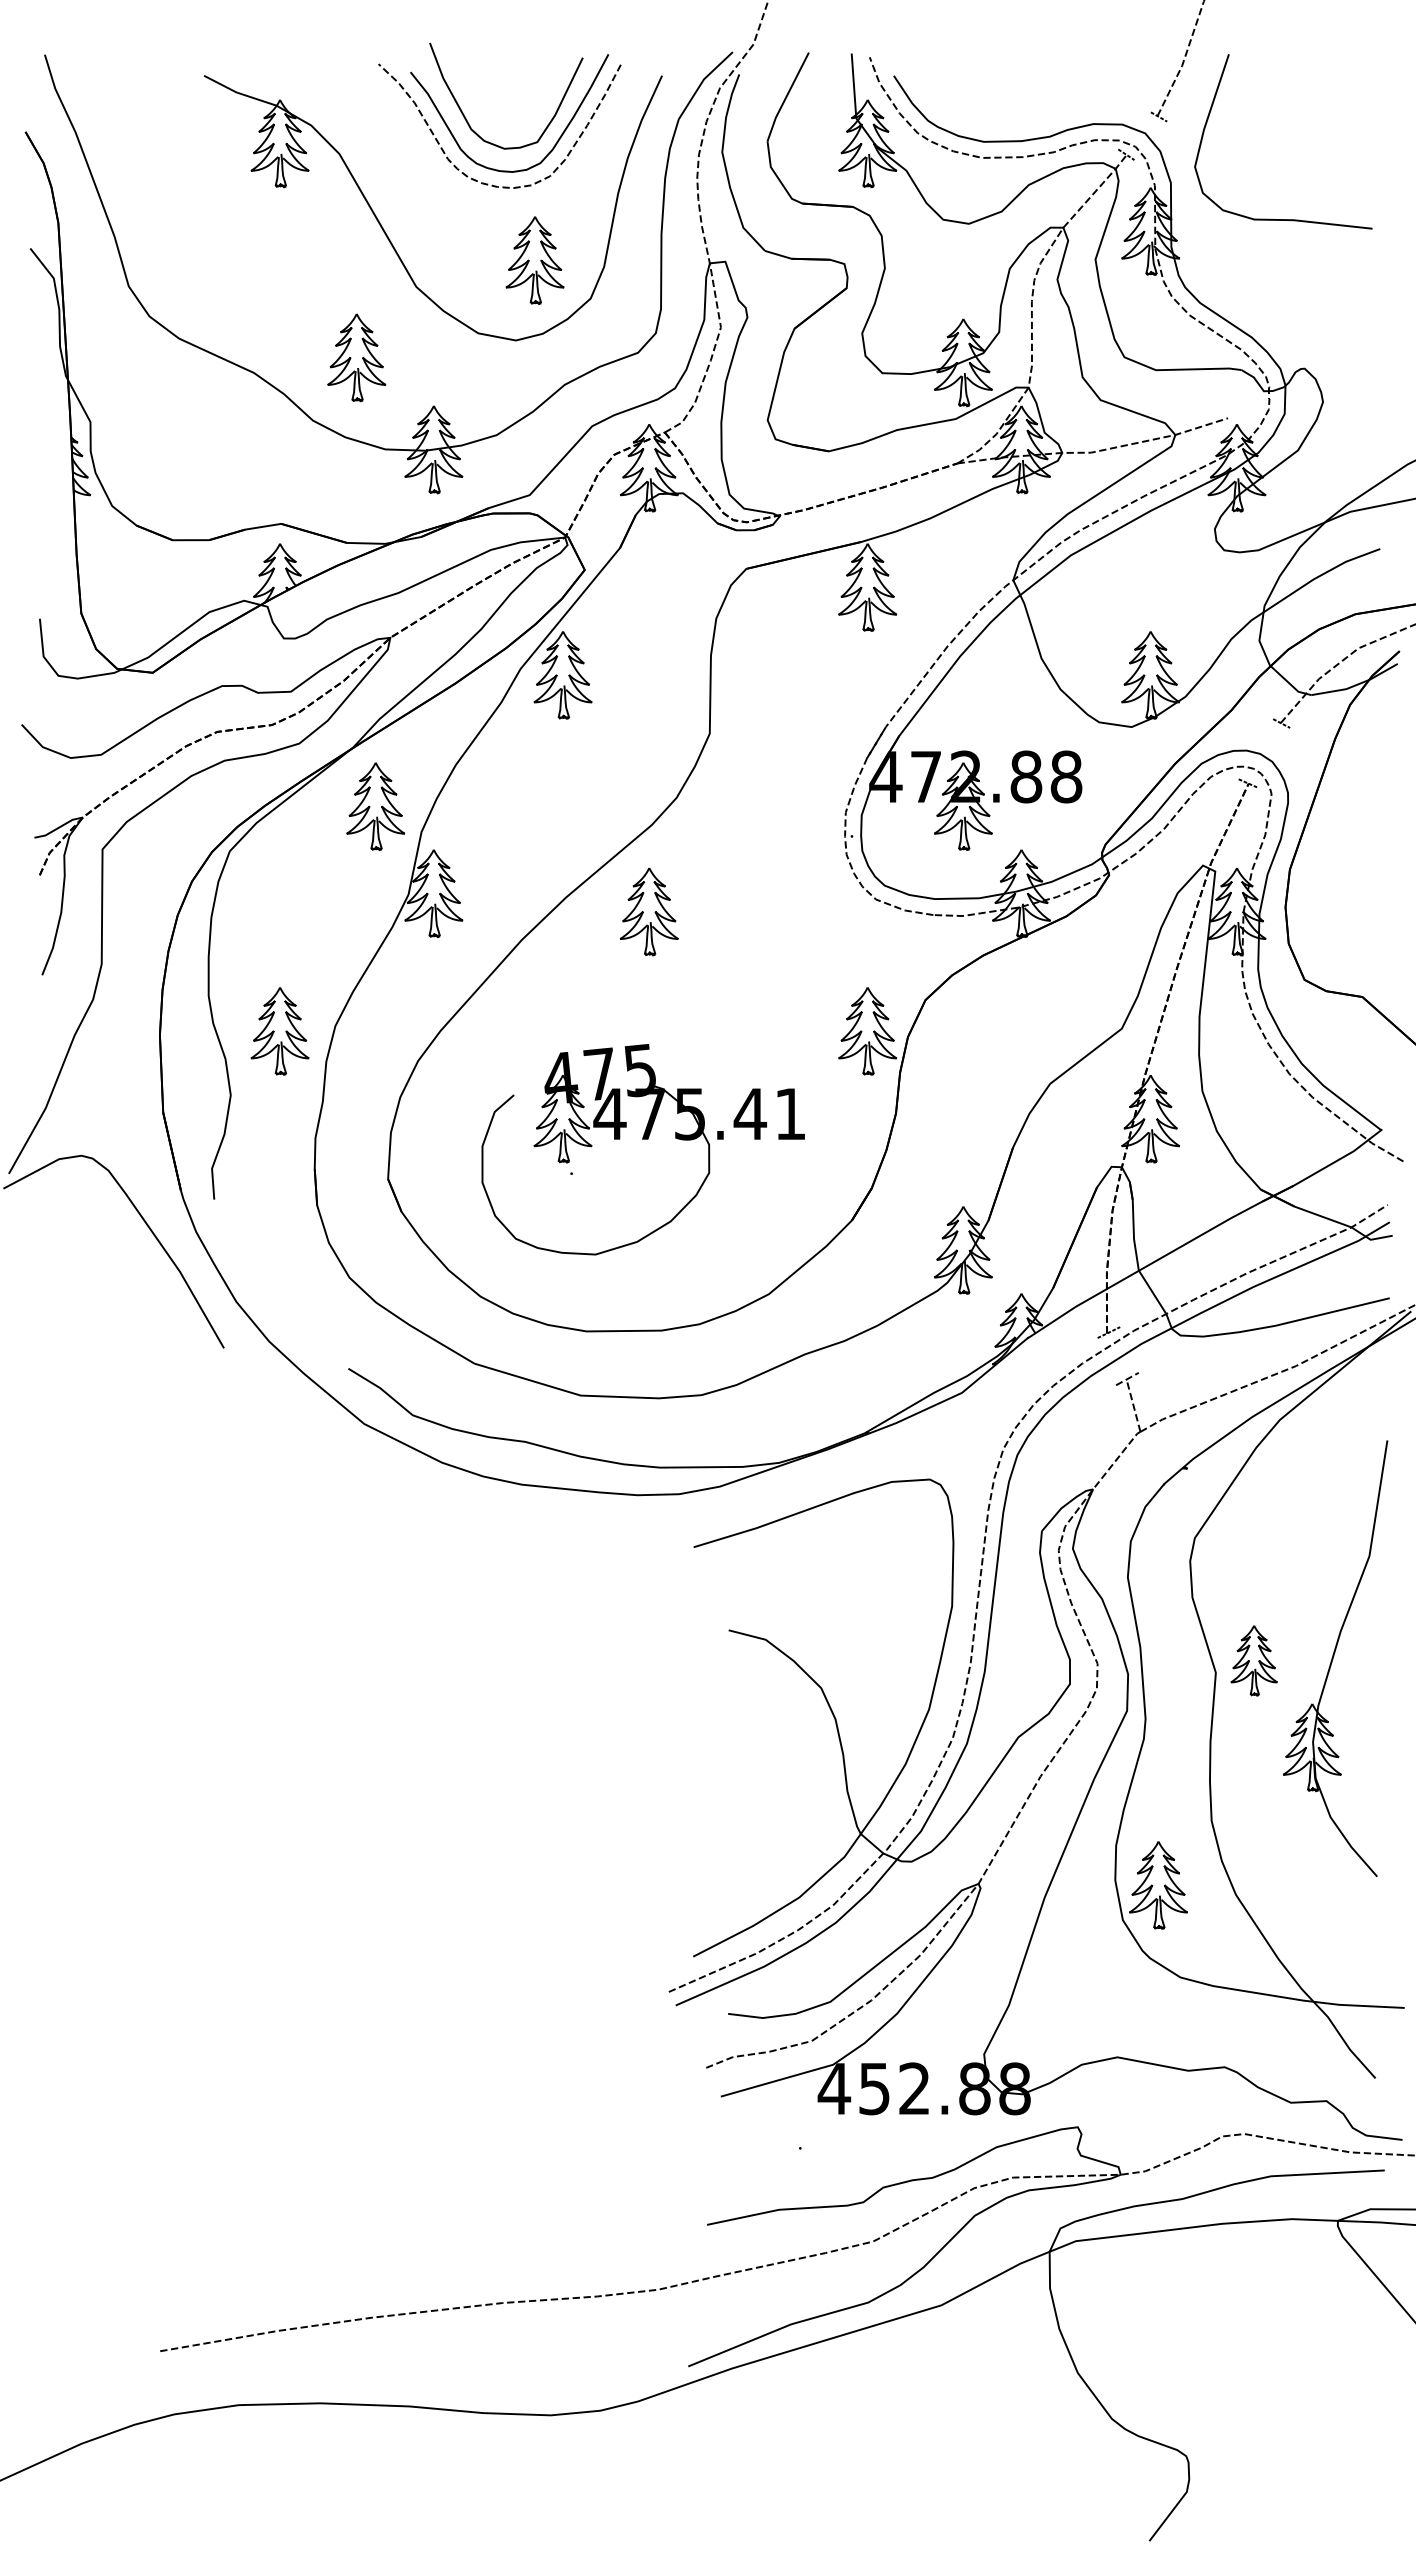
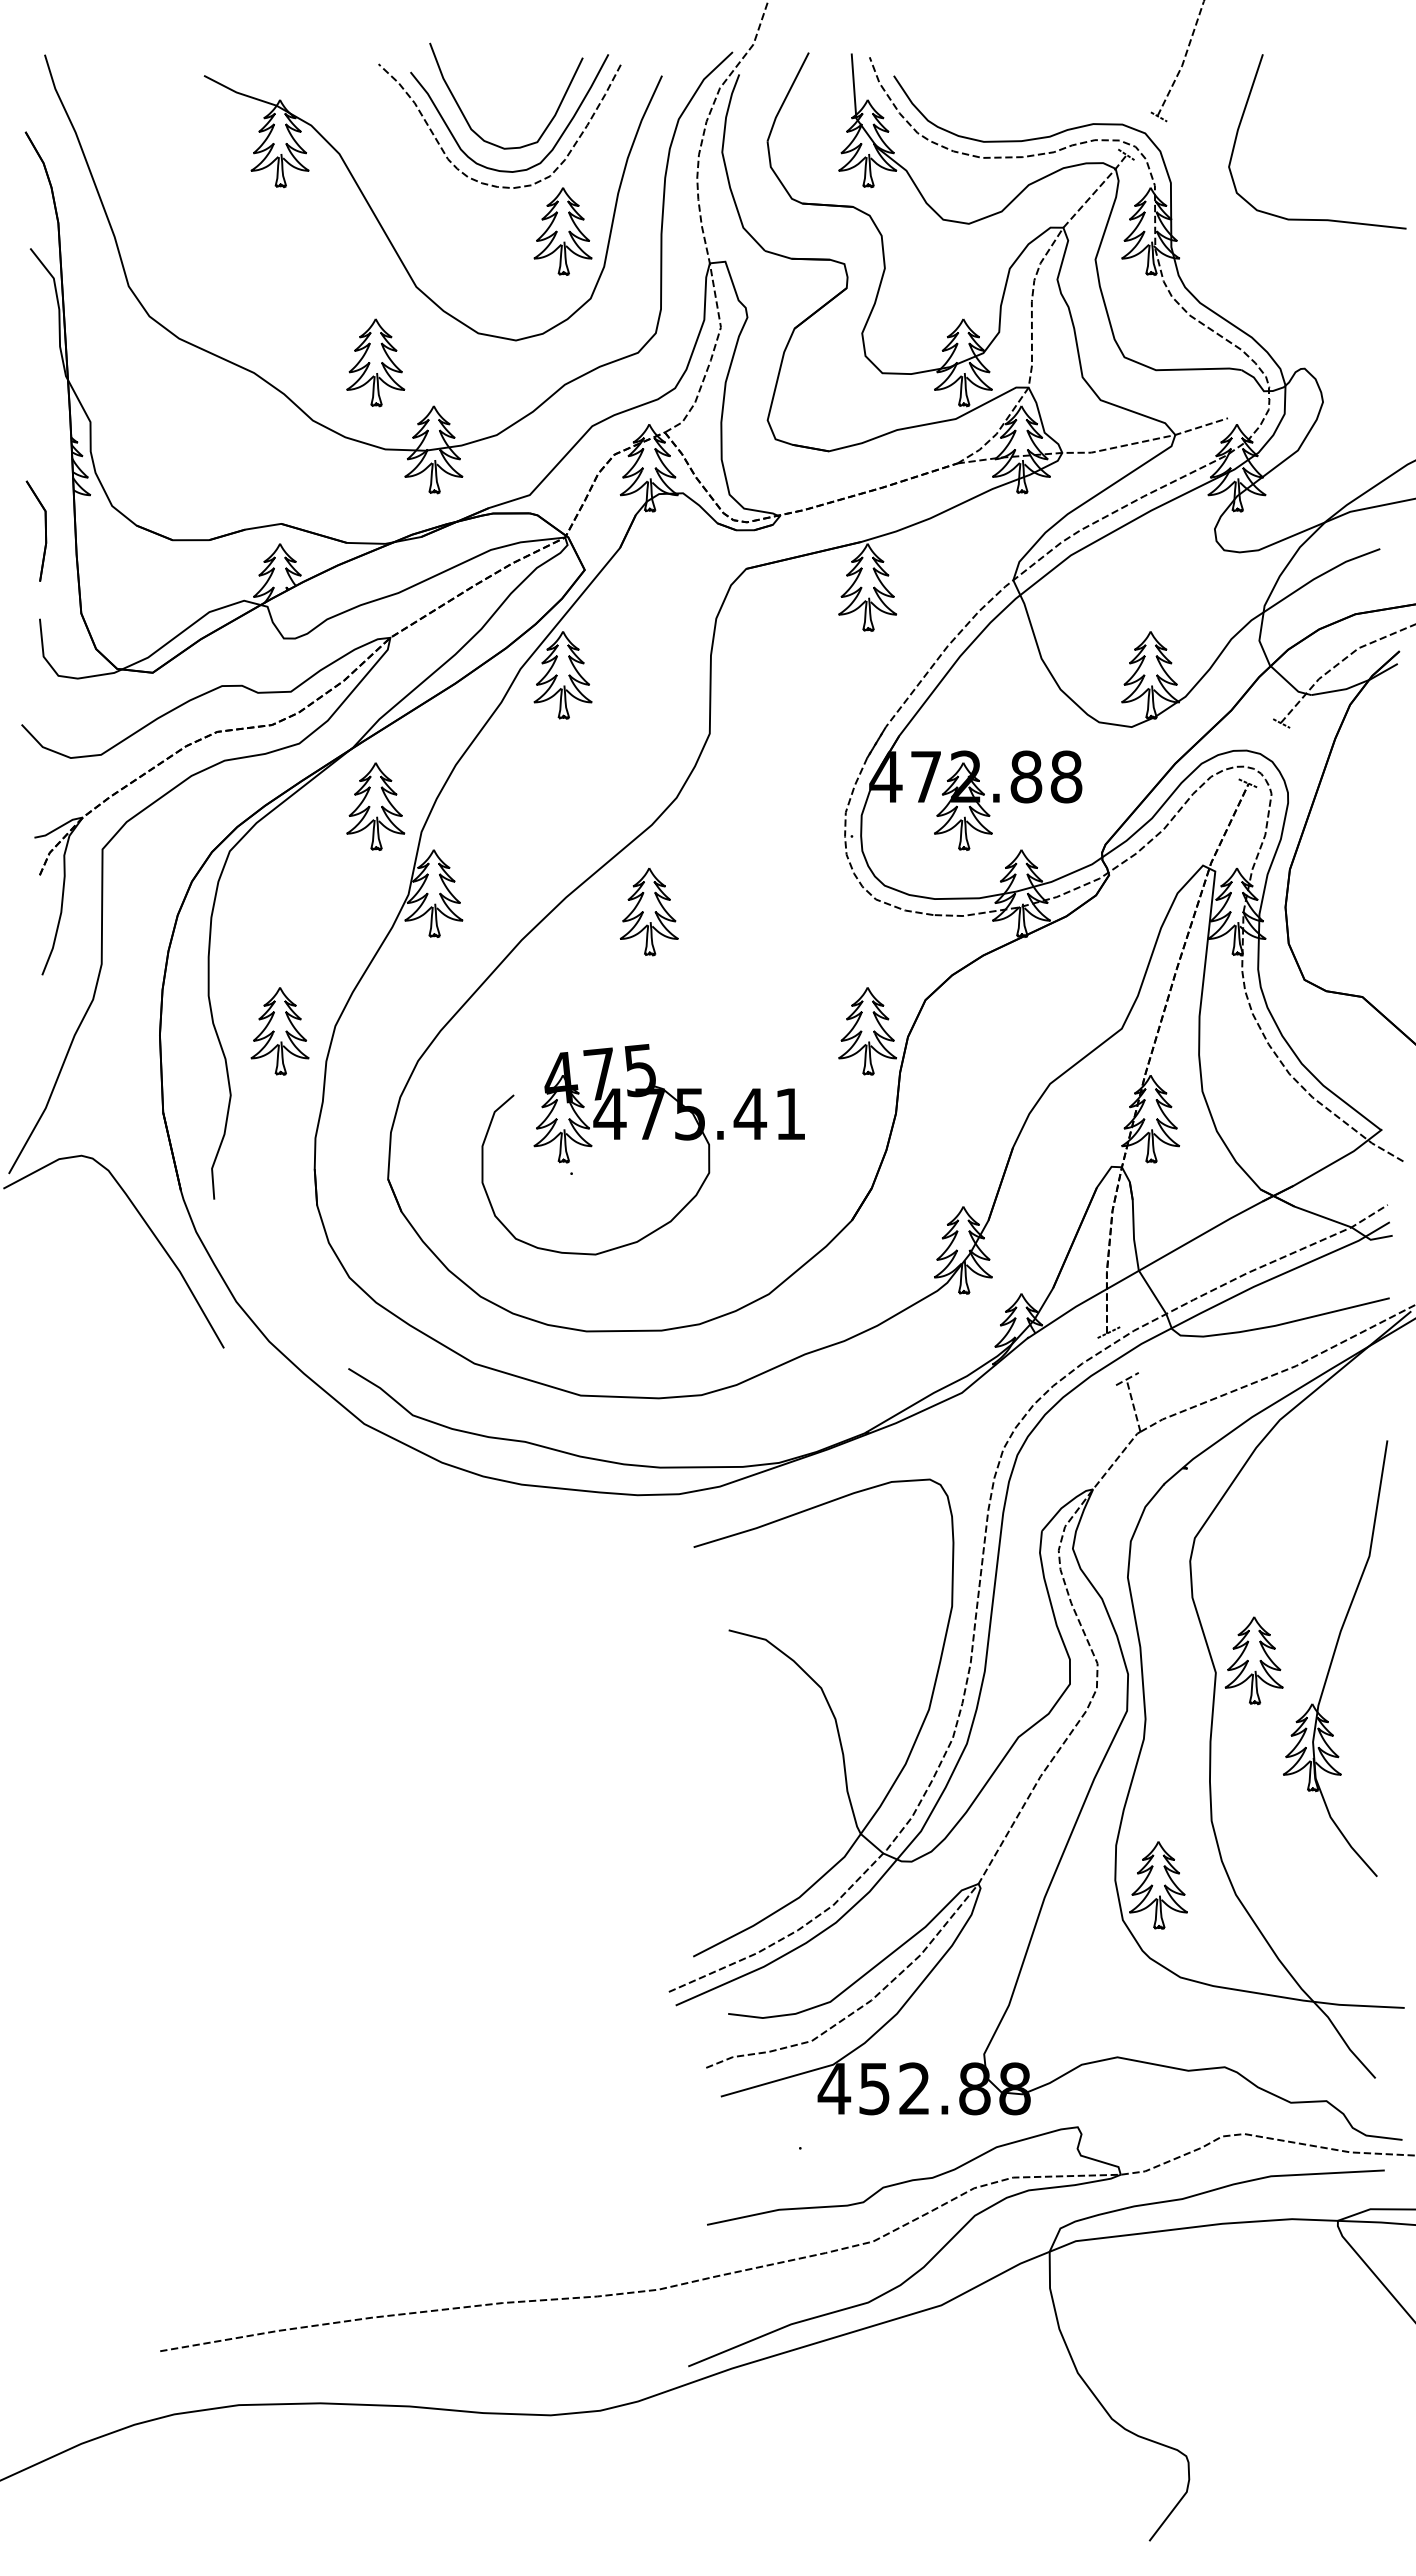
curve at (1283, 219) position: (1283, 219) -> (1317, 219)
part at (534, 260) position: (534, 260) -> (562, 231)
part at (356, 357) position: (356, 357) -> (375, 362)
part at (44, 526): none -> present
part at (1253, 1660) size: 48x72 px -> 60x90 px
